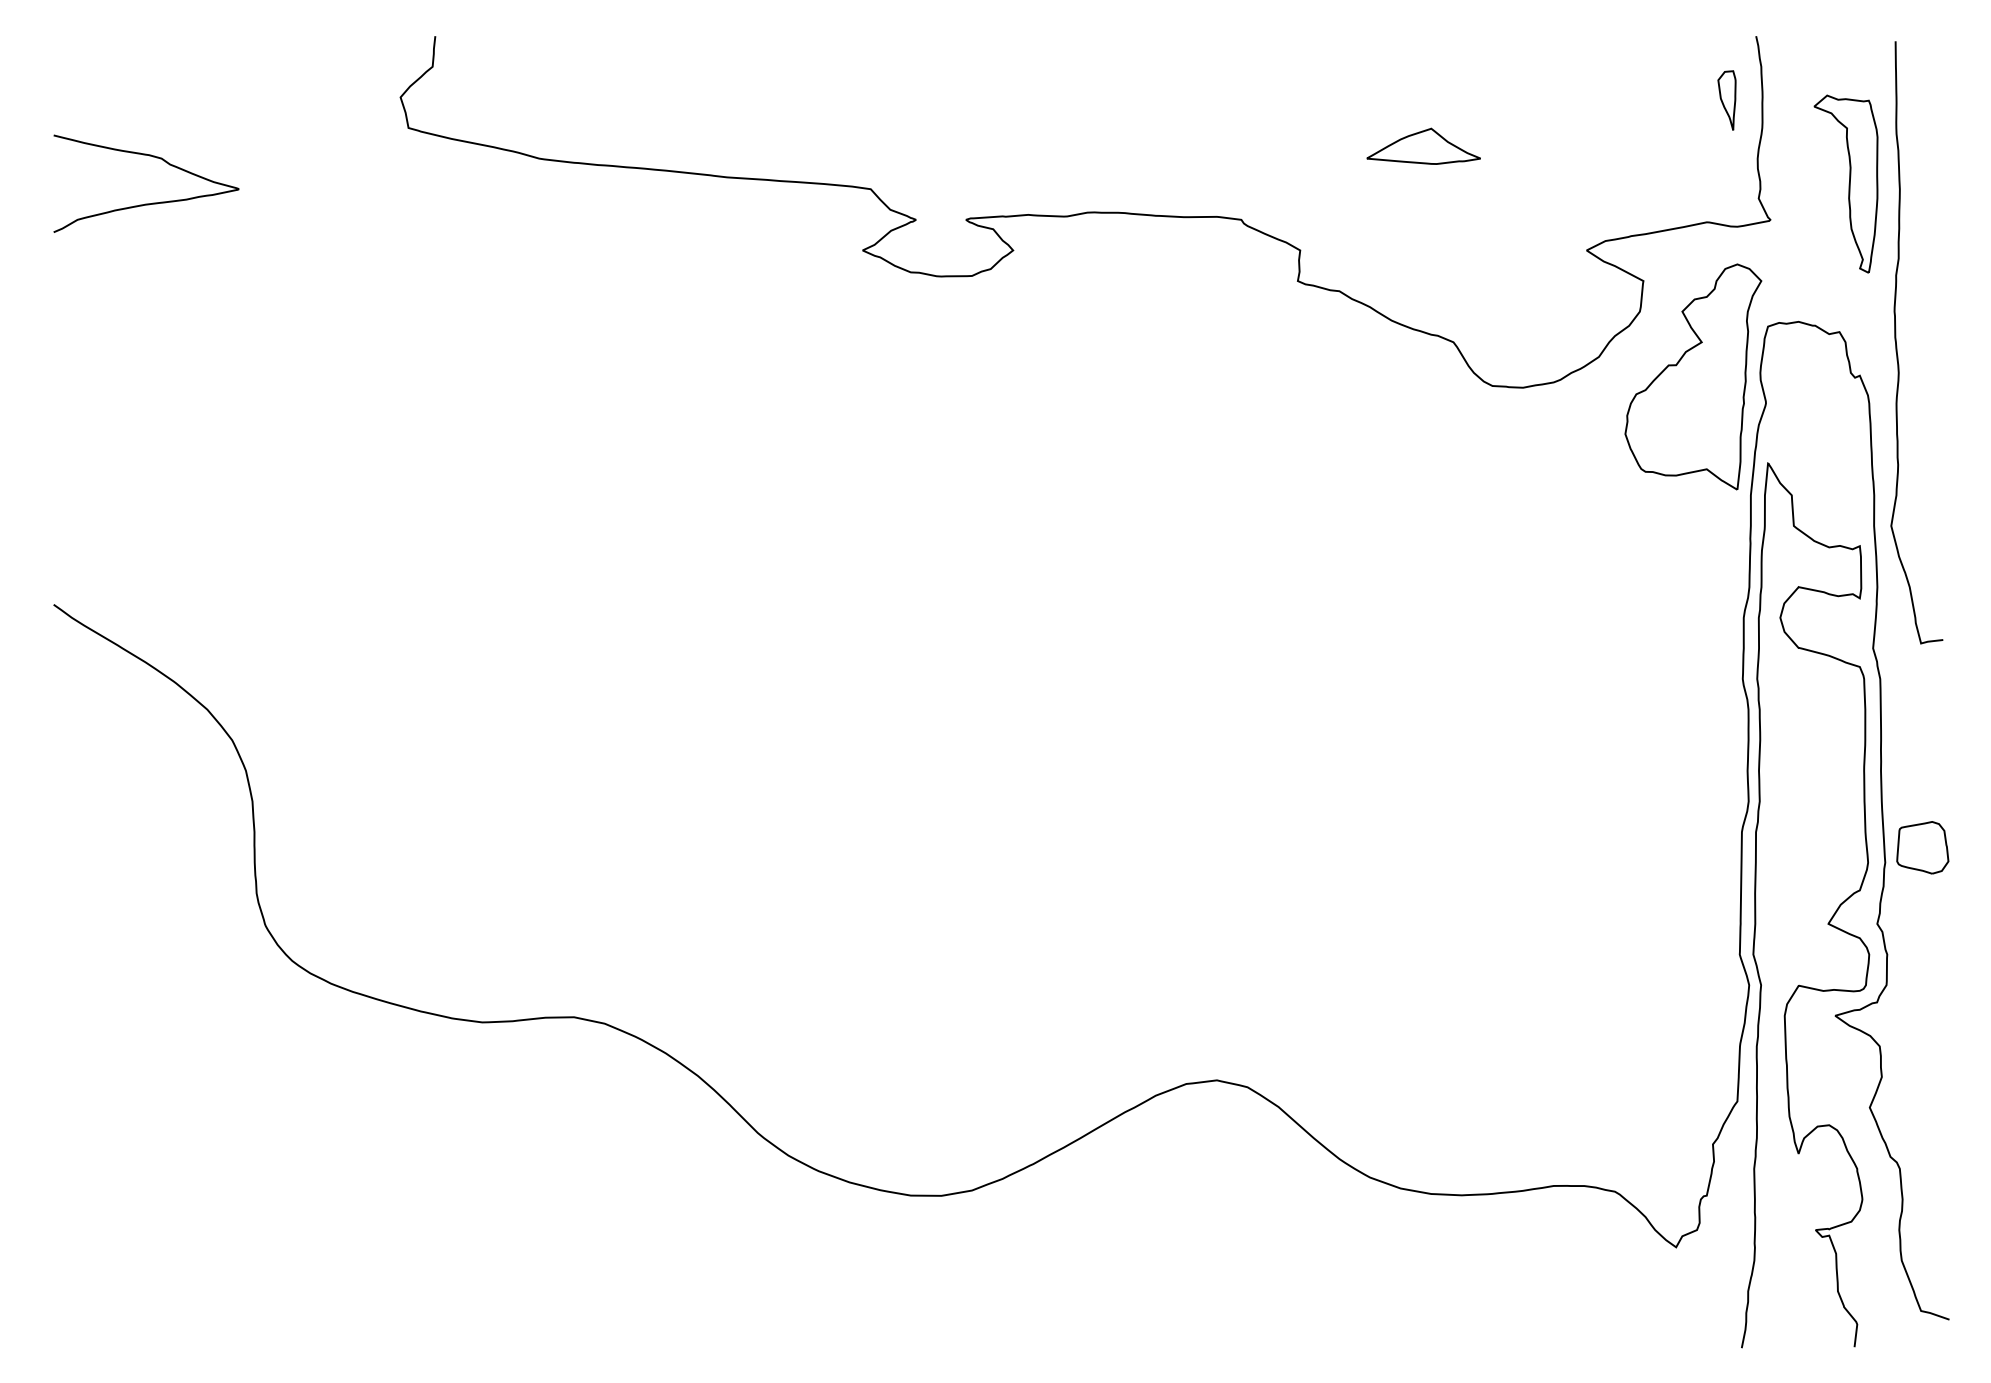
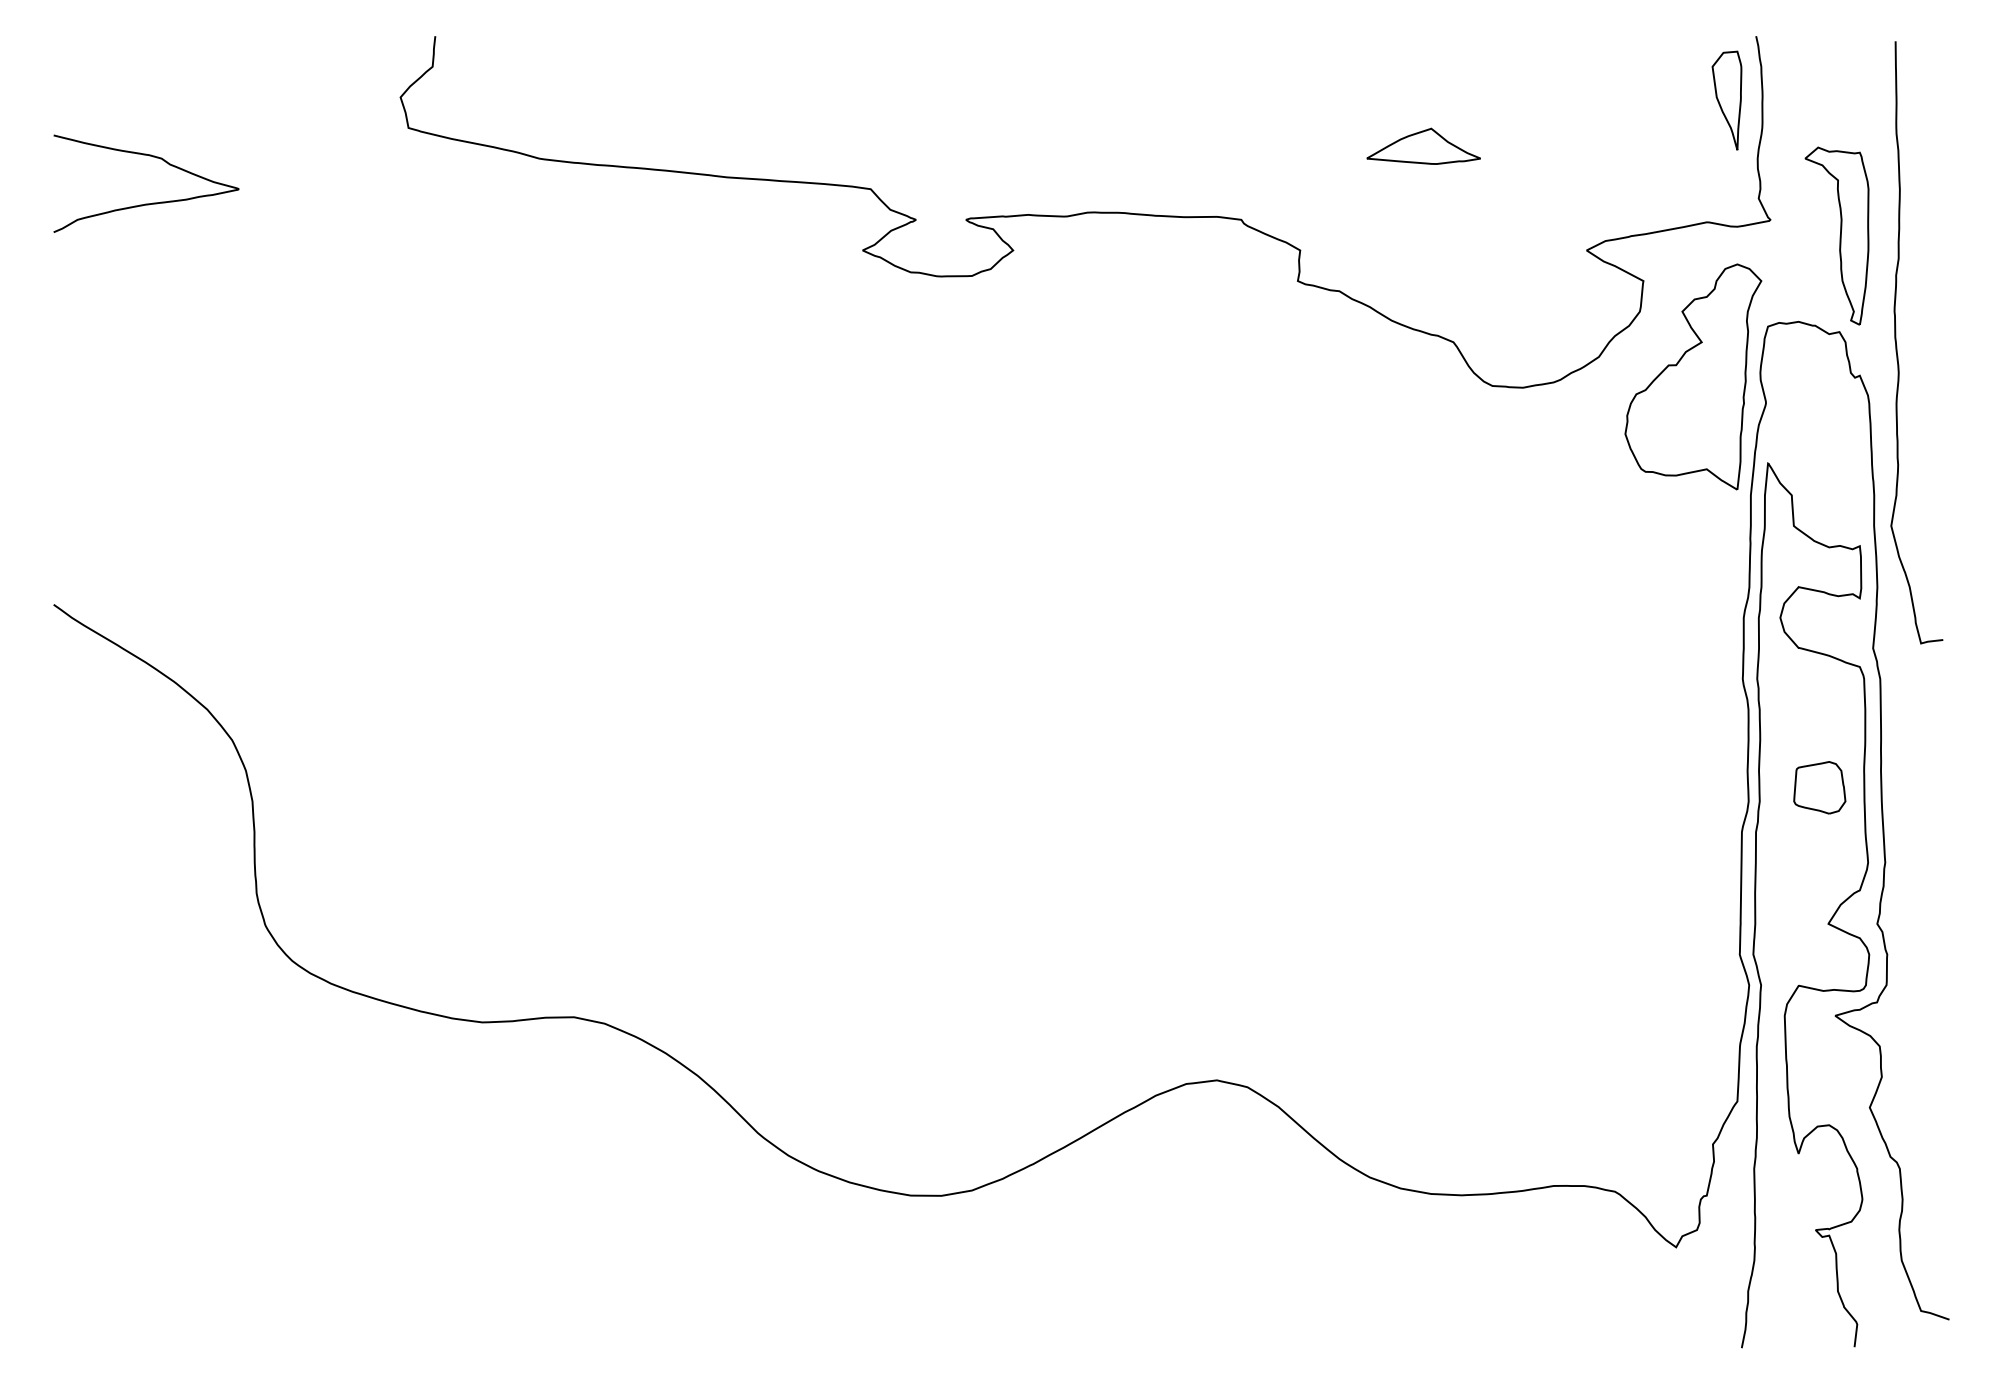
part at (1726, 100) size: 20x61 px -> 32x101 px
part at (1845, 183) position: (1845, 183) -> (1836, 235)
part at (1922, 847) position: (1922, 847) -> (1819, 787)
